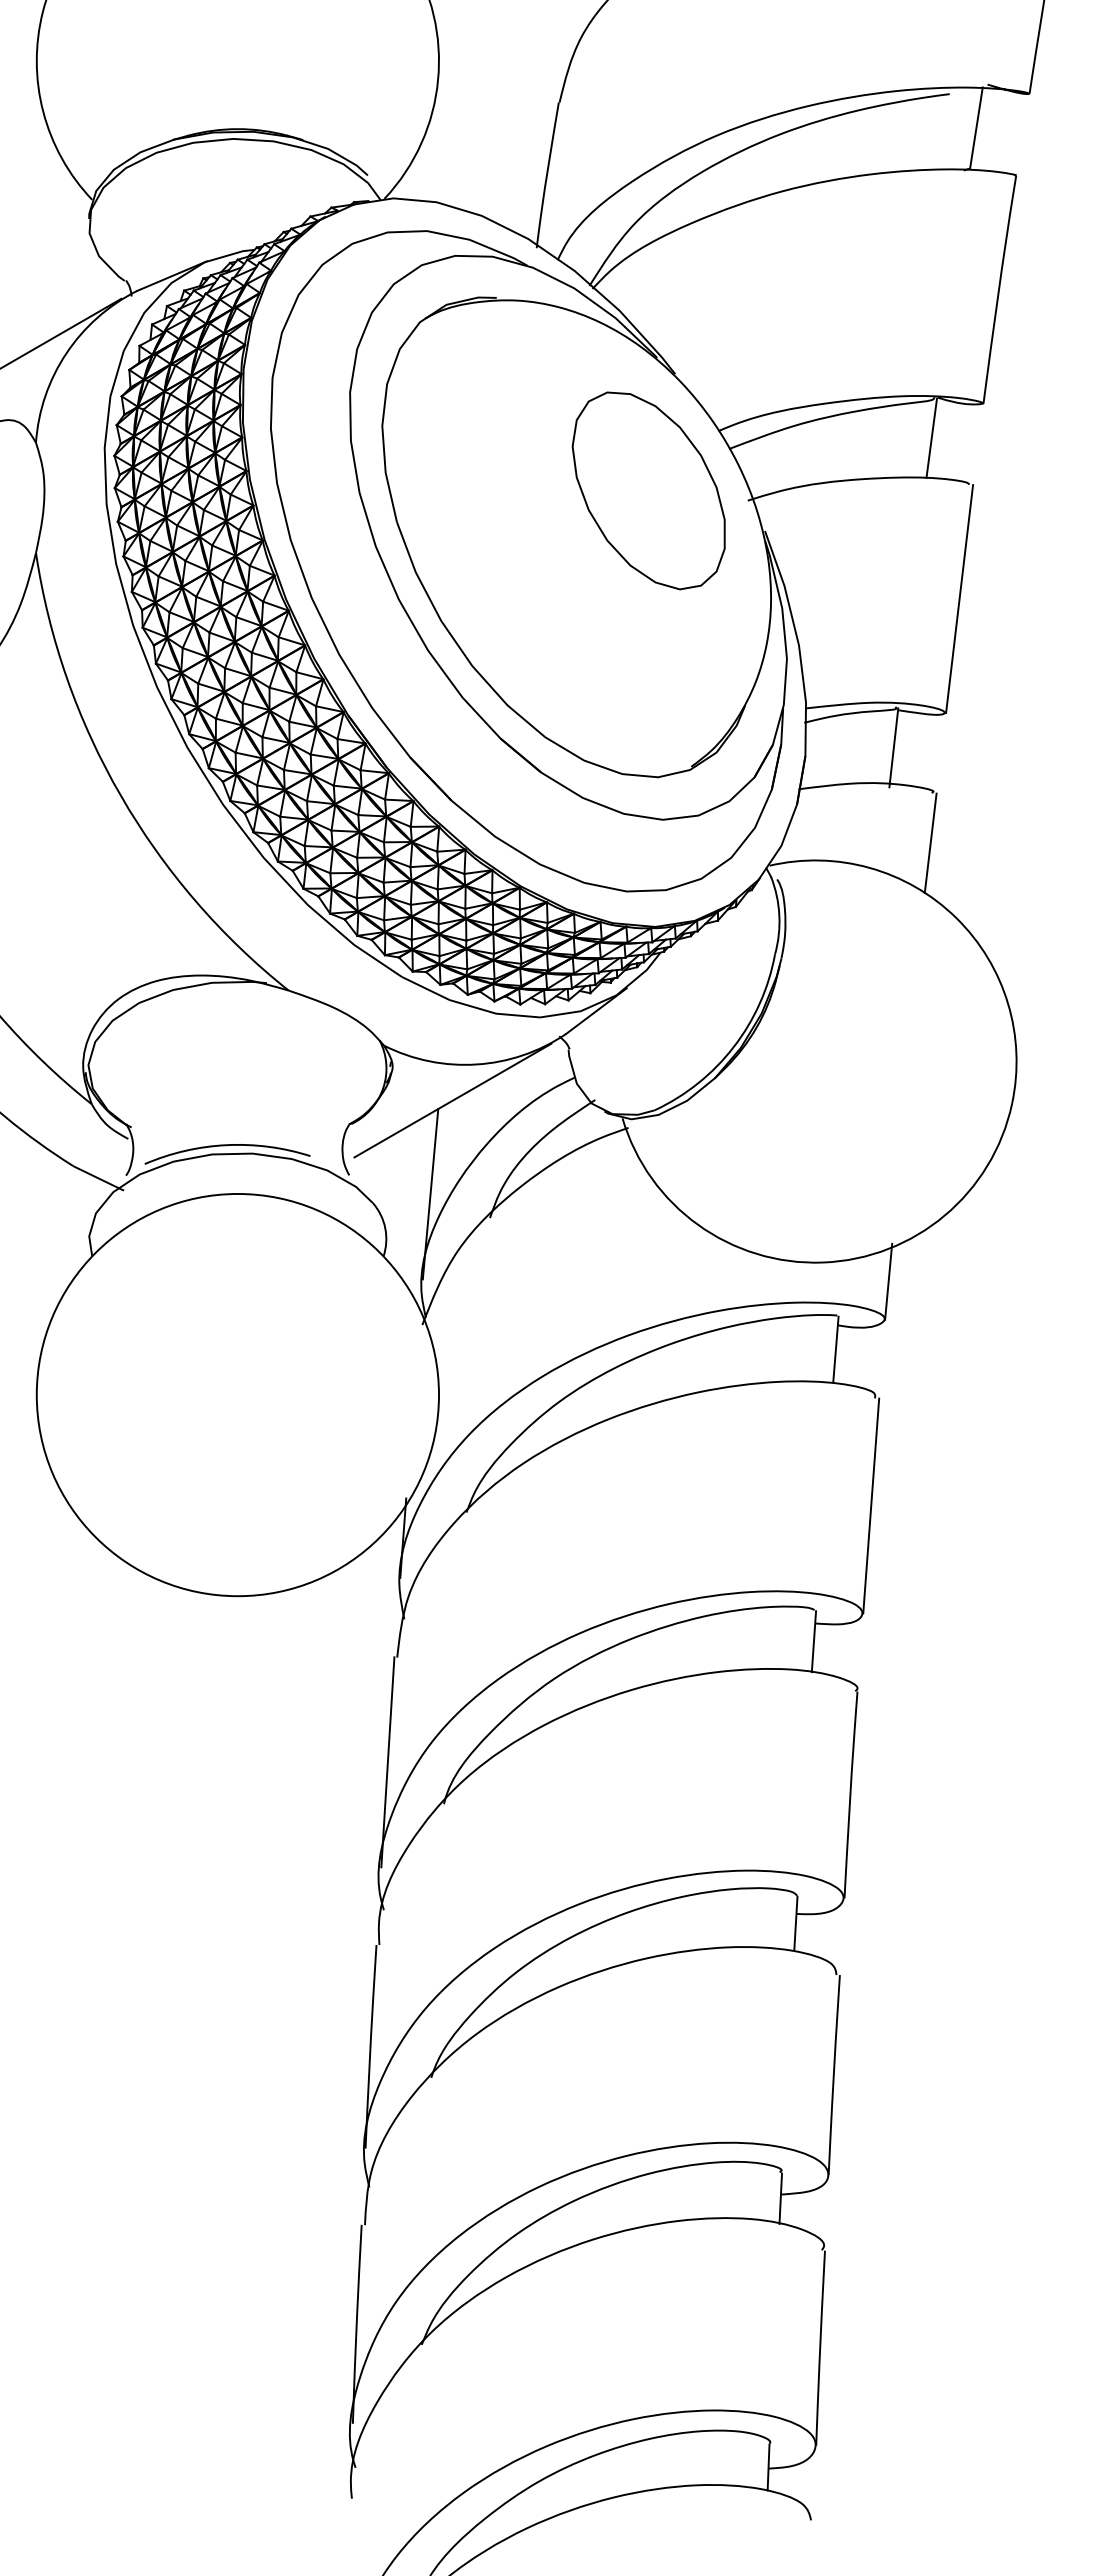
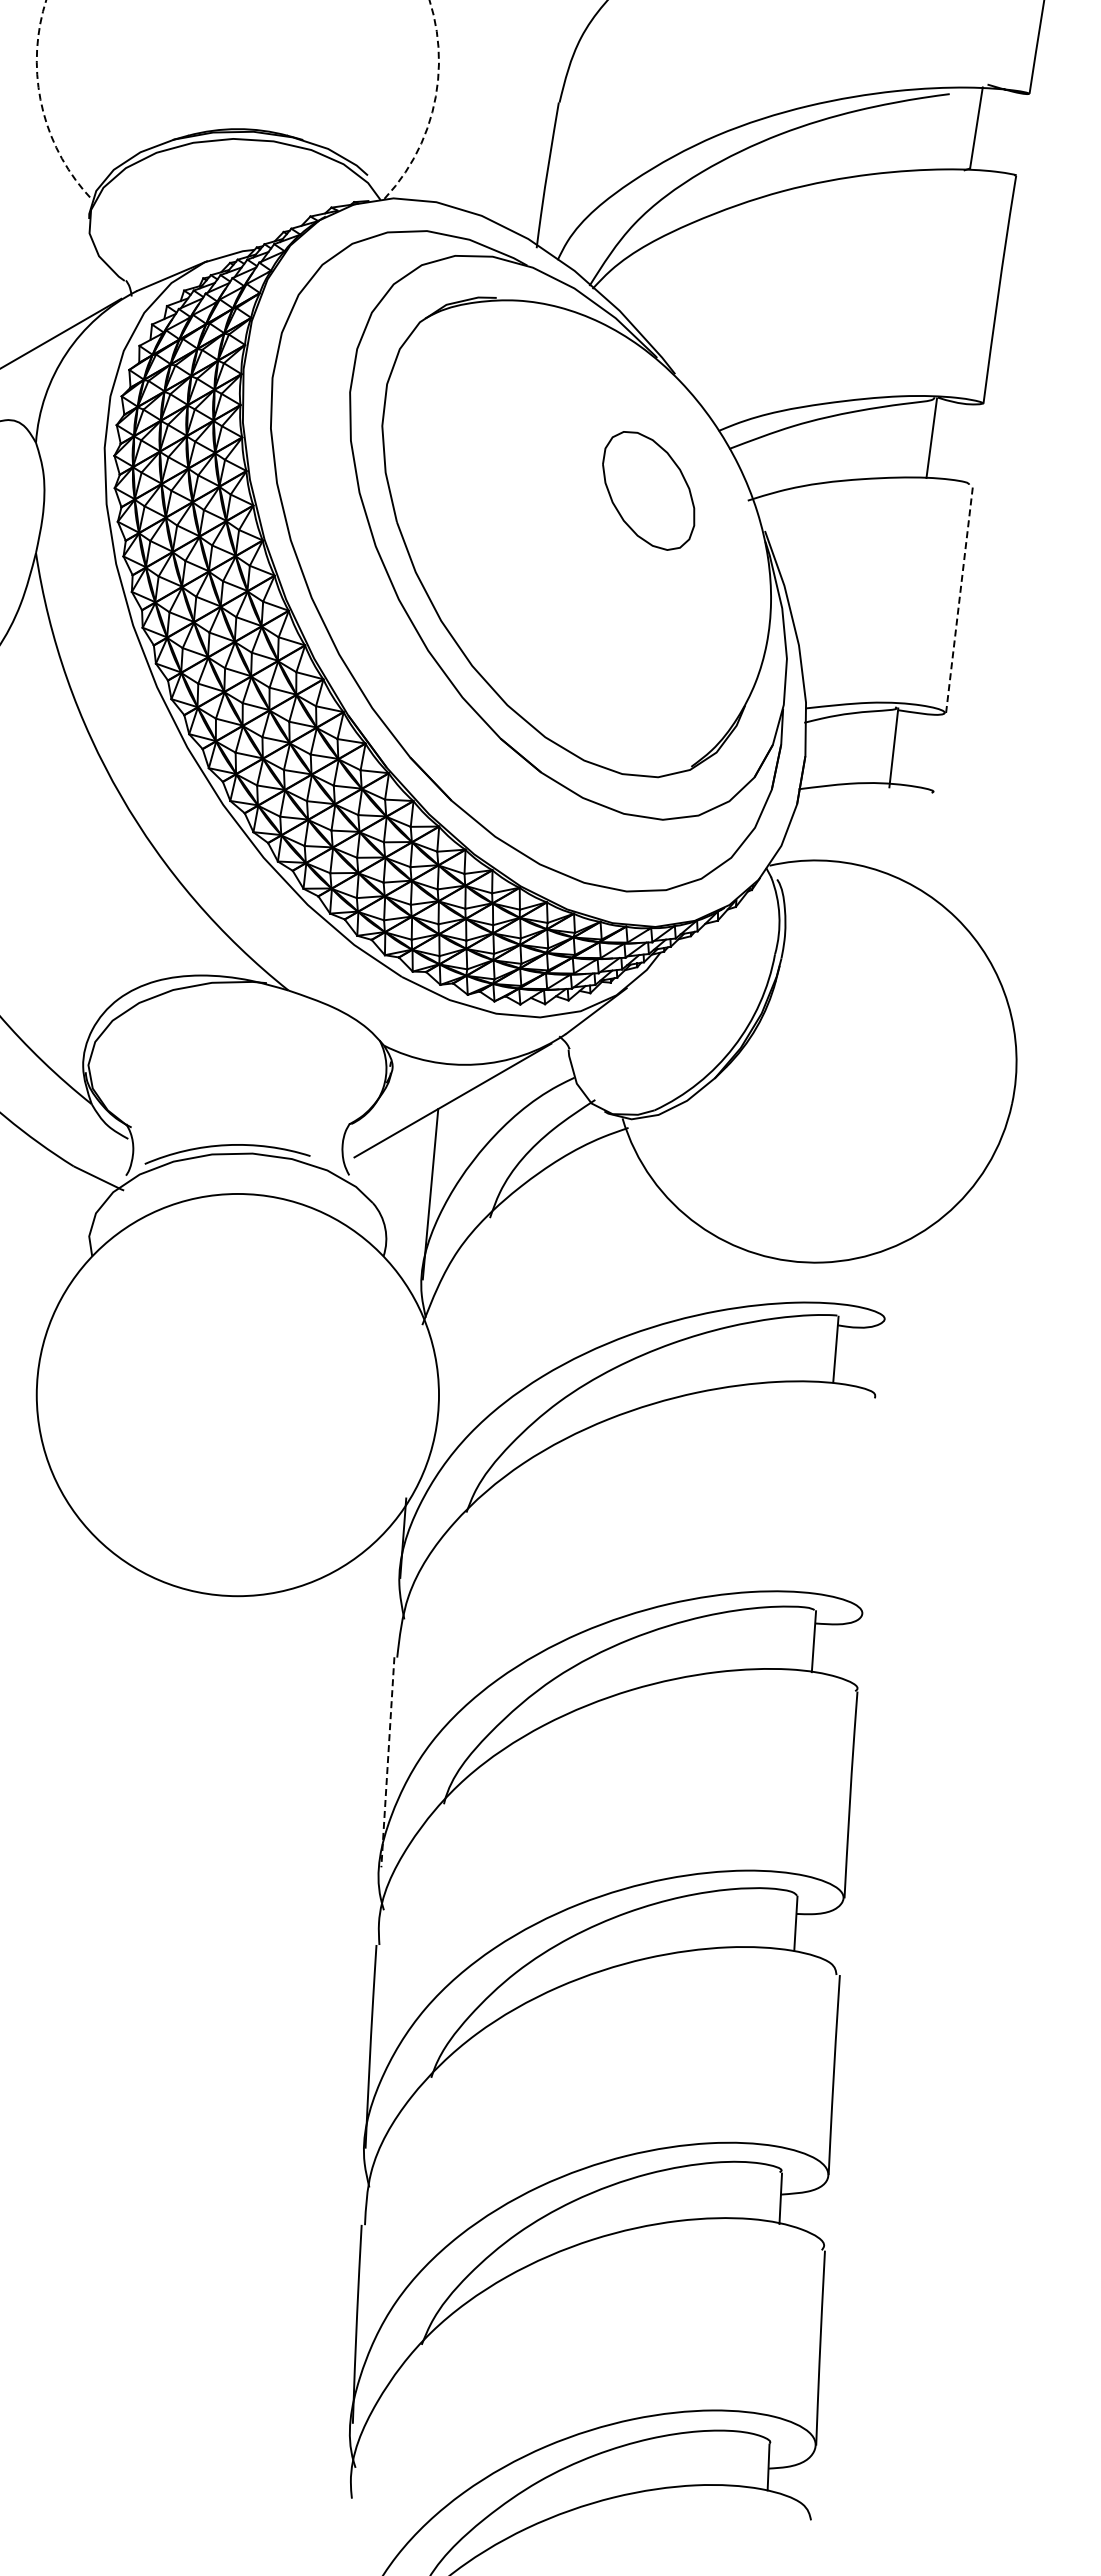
arc at (434, 104): solid -> dashed
arc at (42, 106): solid -> dashed
part at (648, 490) size: 155x200 px -> 94x120 px
line at (959, 599): solid -> dashed
line at (930, 843): present -> none
line at (888, 1281): present -> none
line at (871, 1505): present -> none
line at (387, 1762): solid -> dashed
